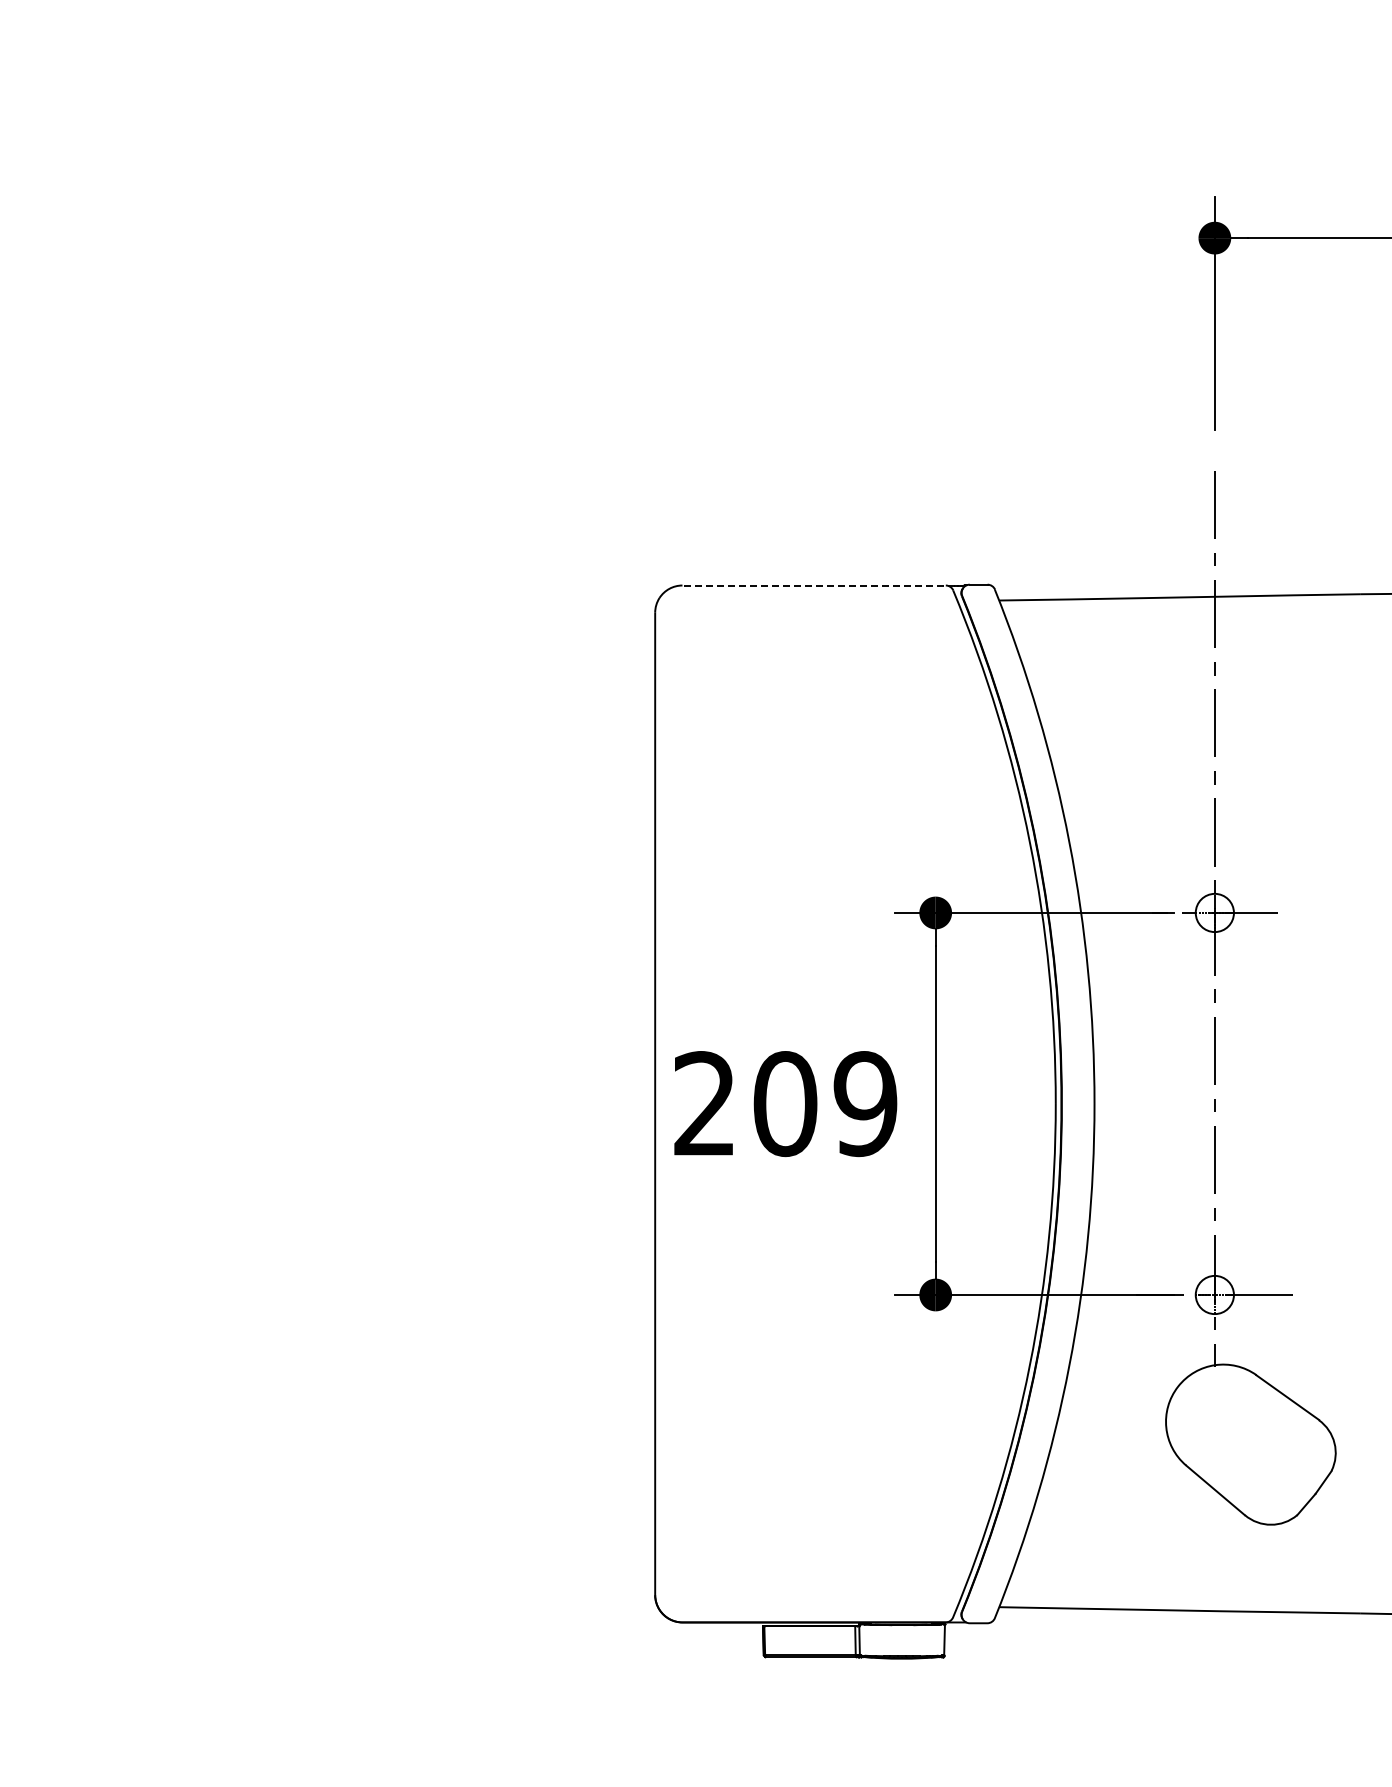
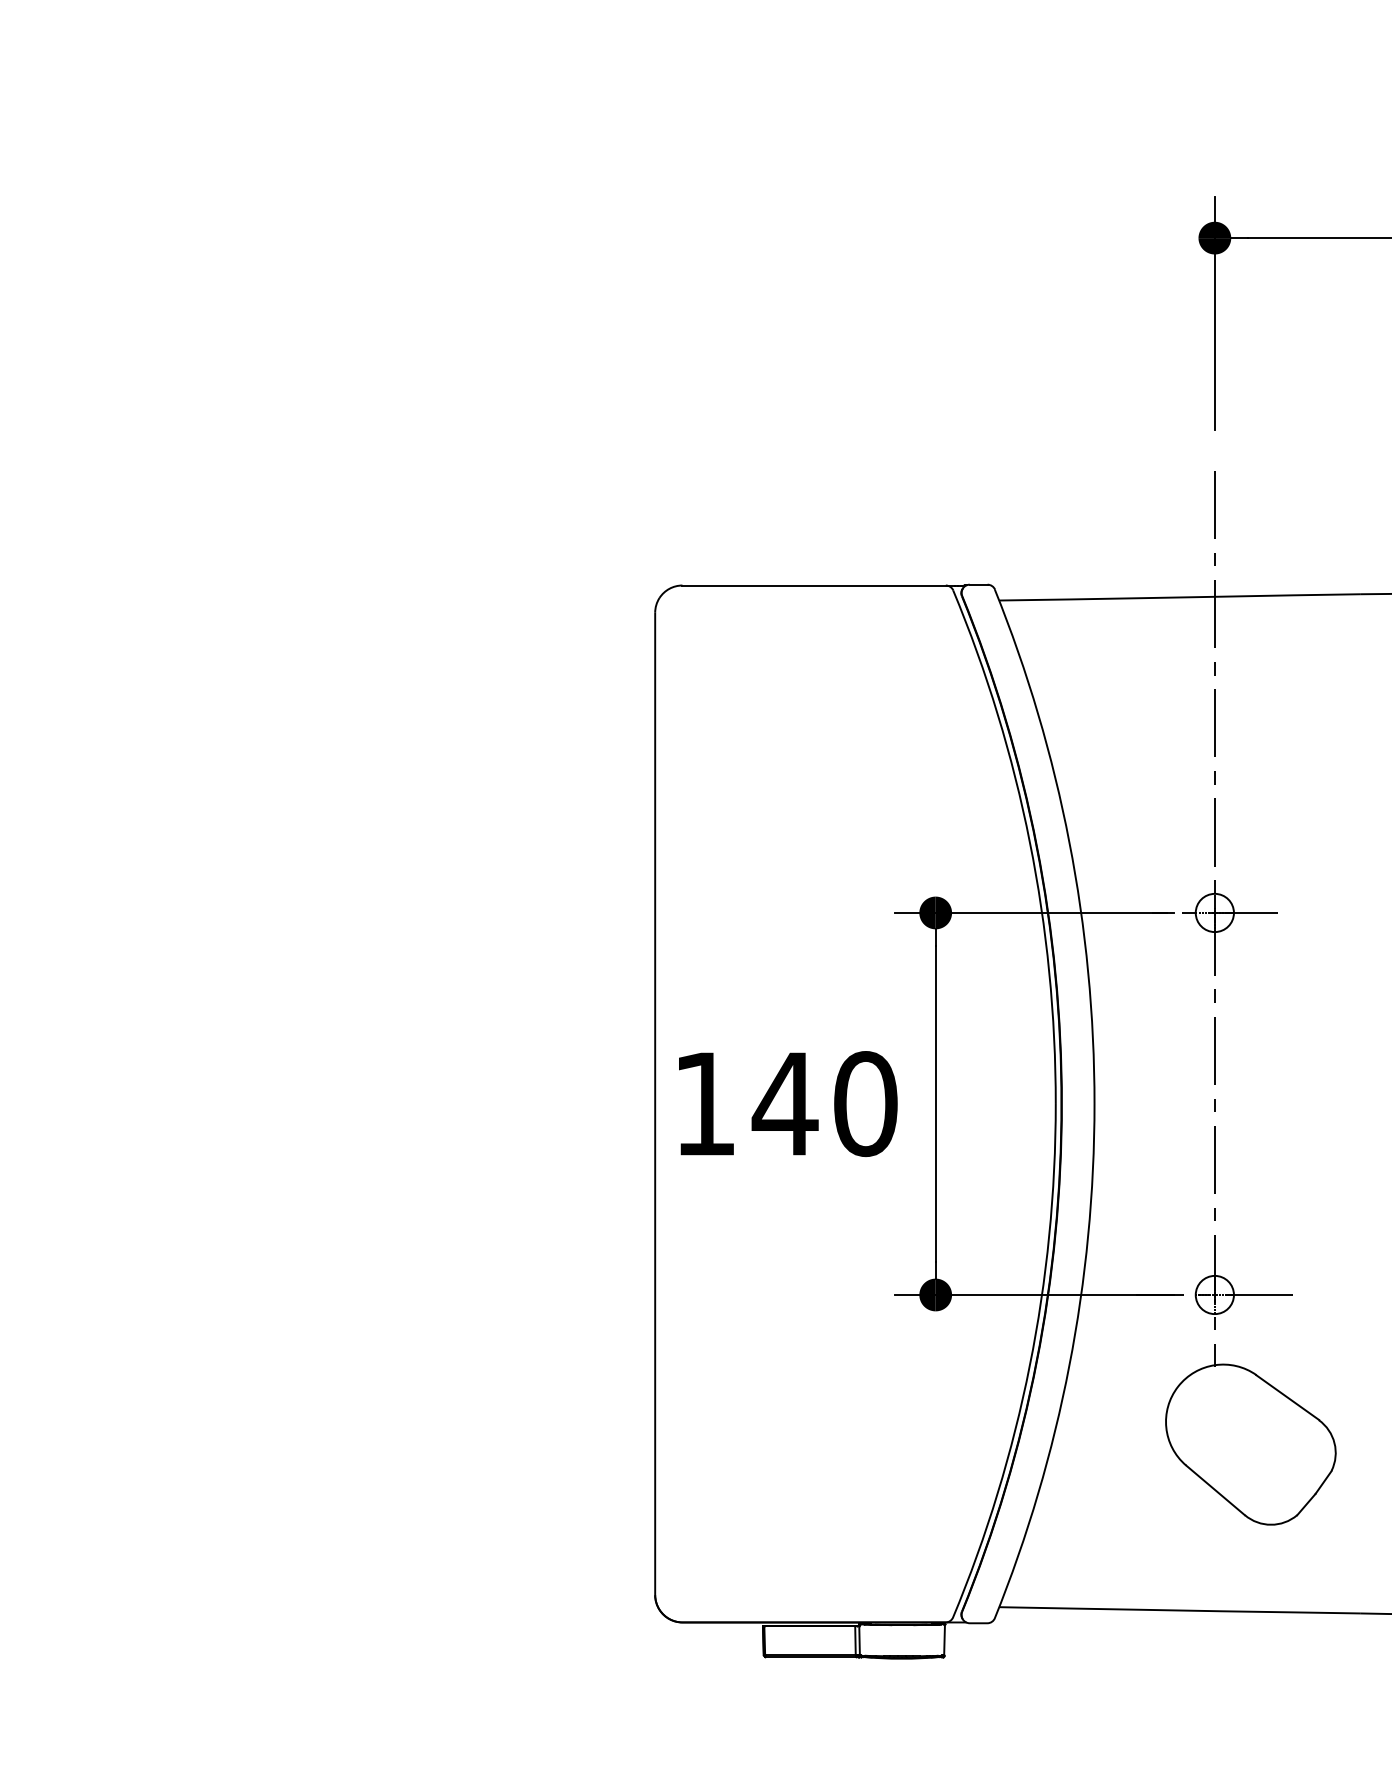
line at (818, 585): dashed -> solid
text at (785, 1104): 209 -> 140
